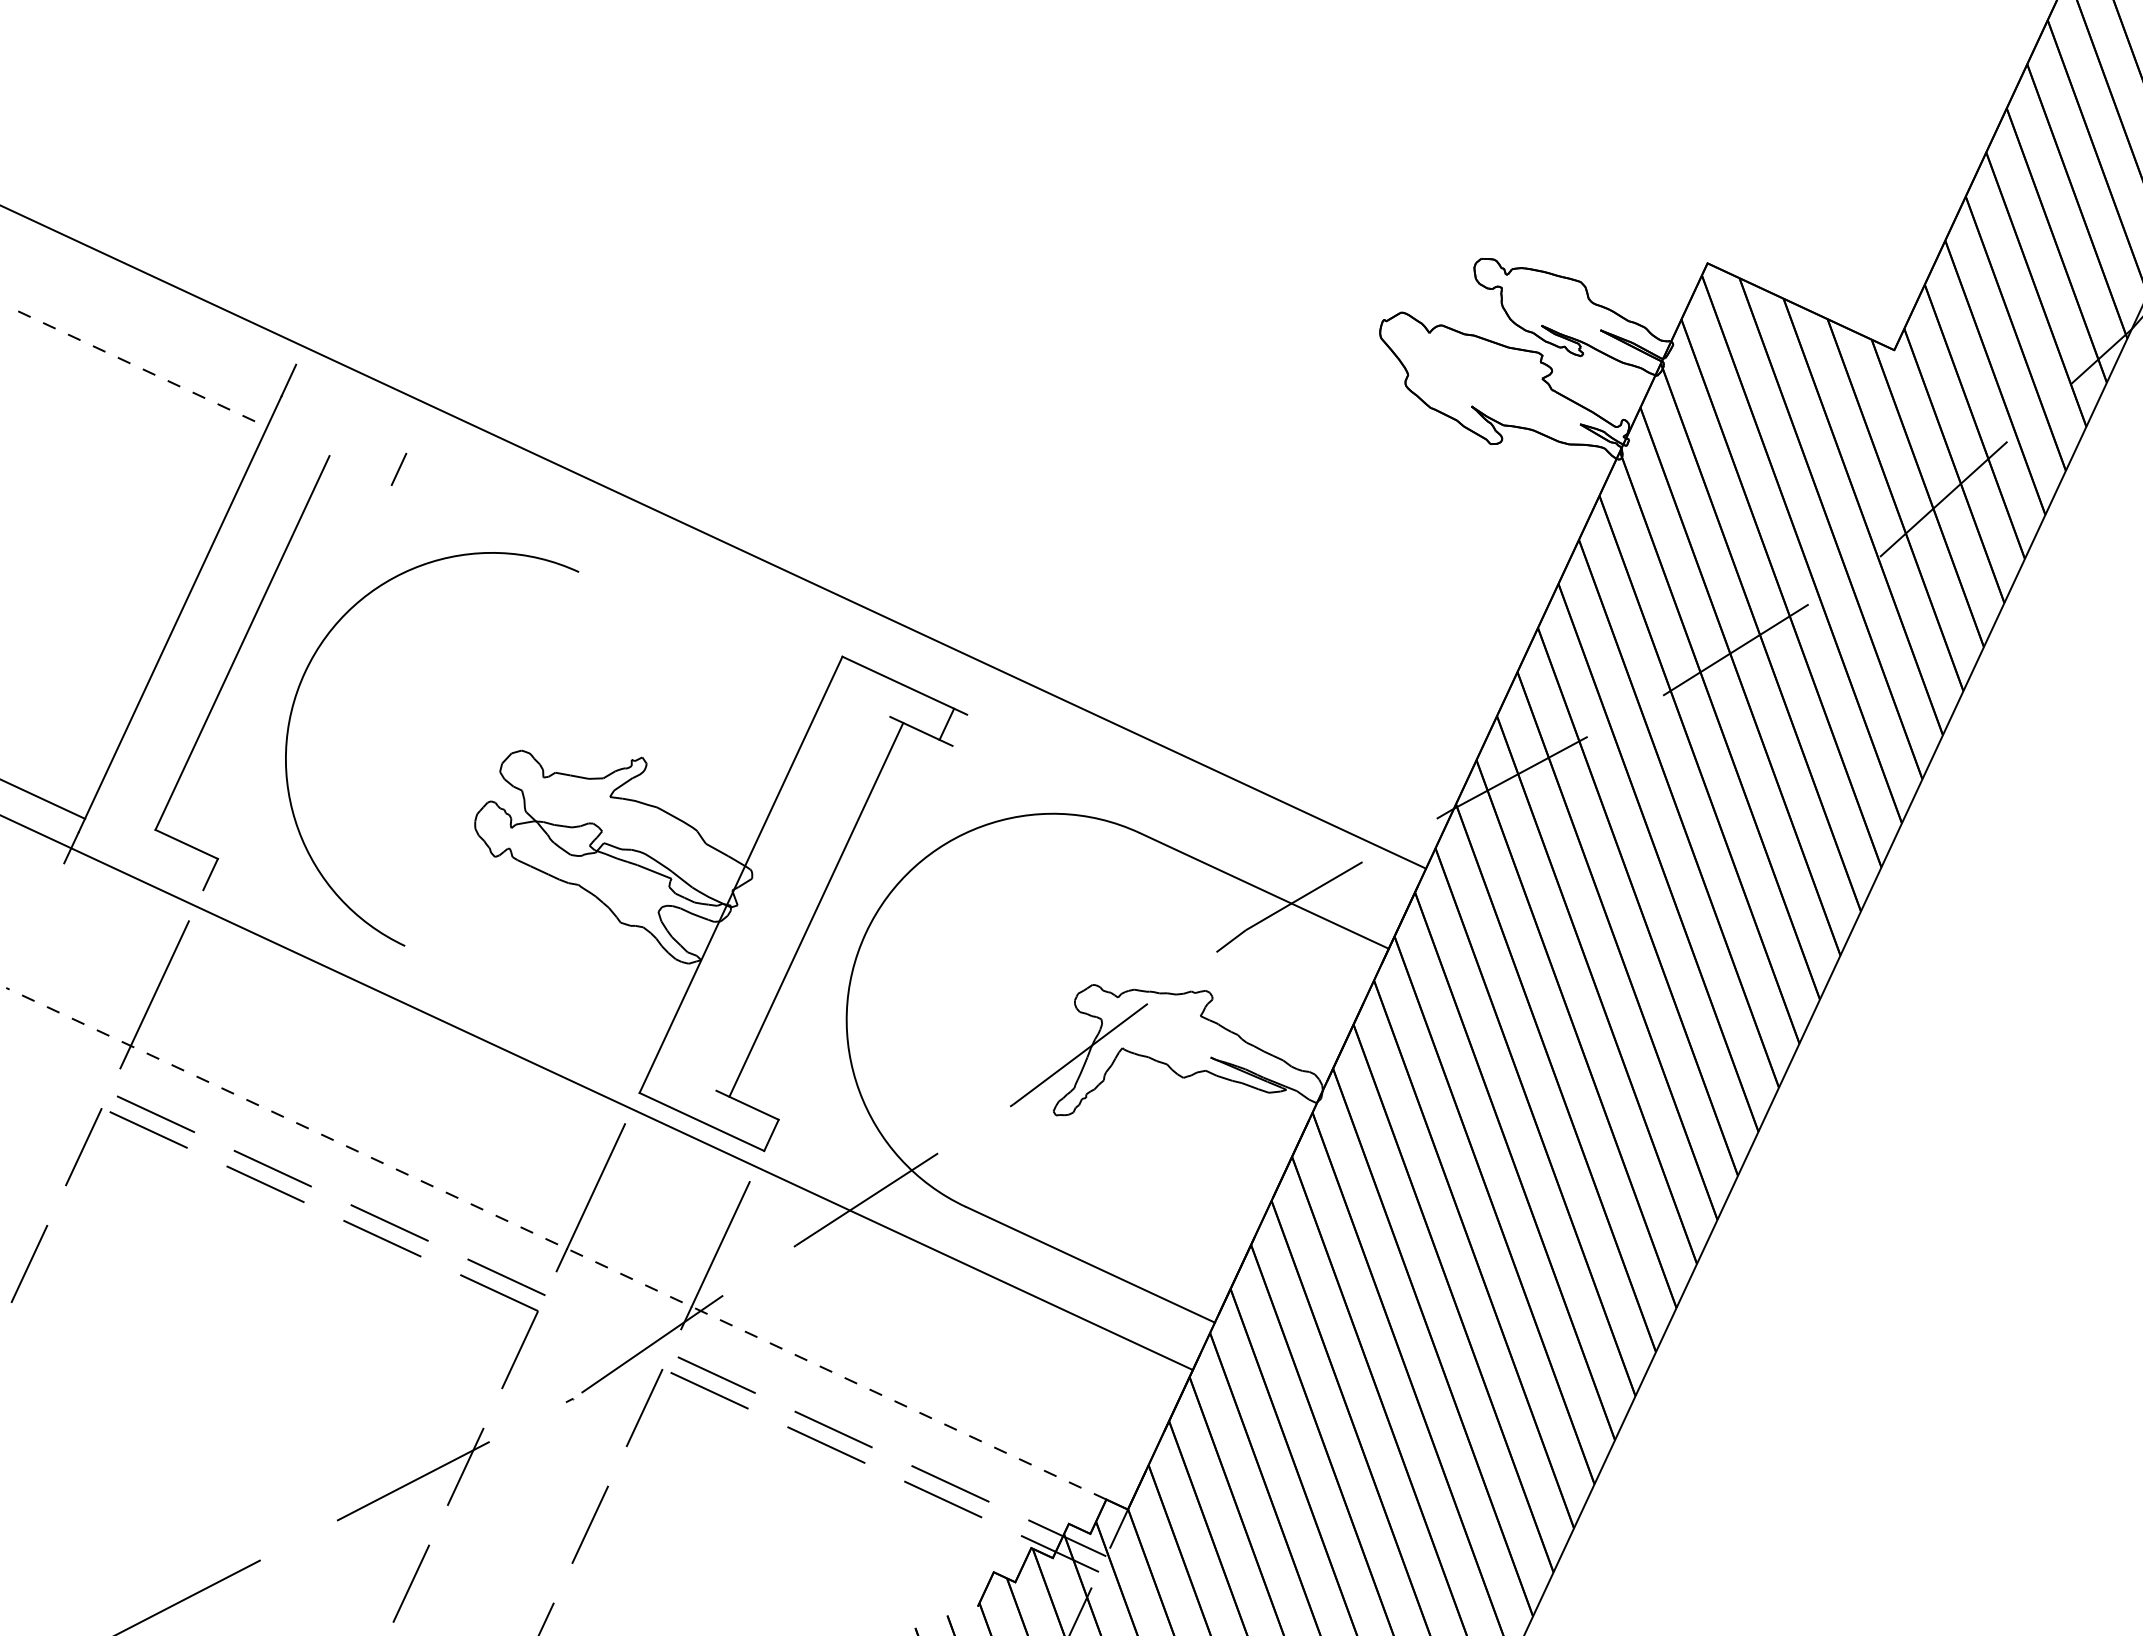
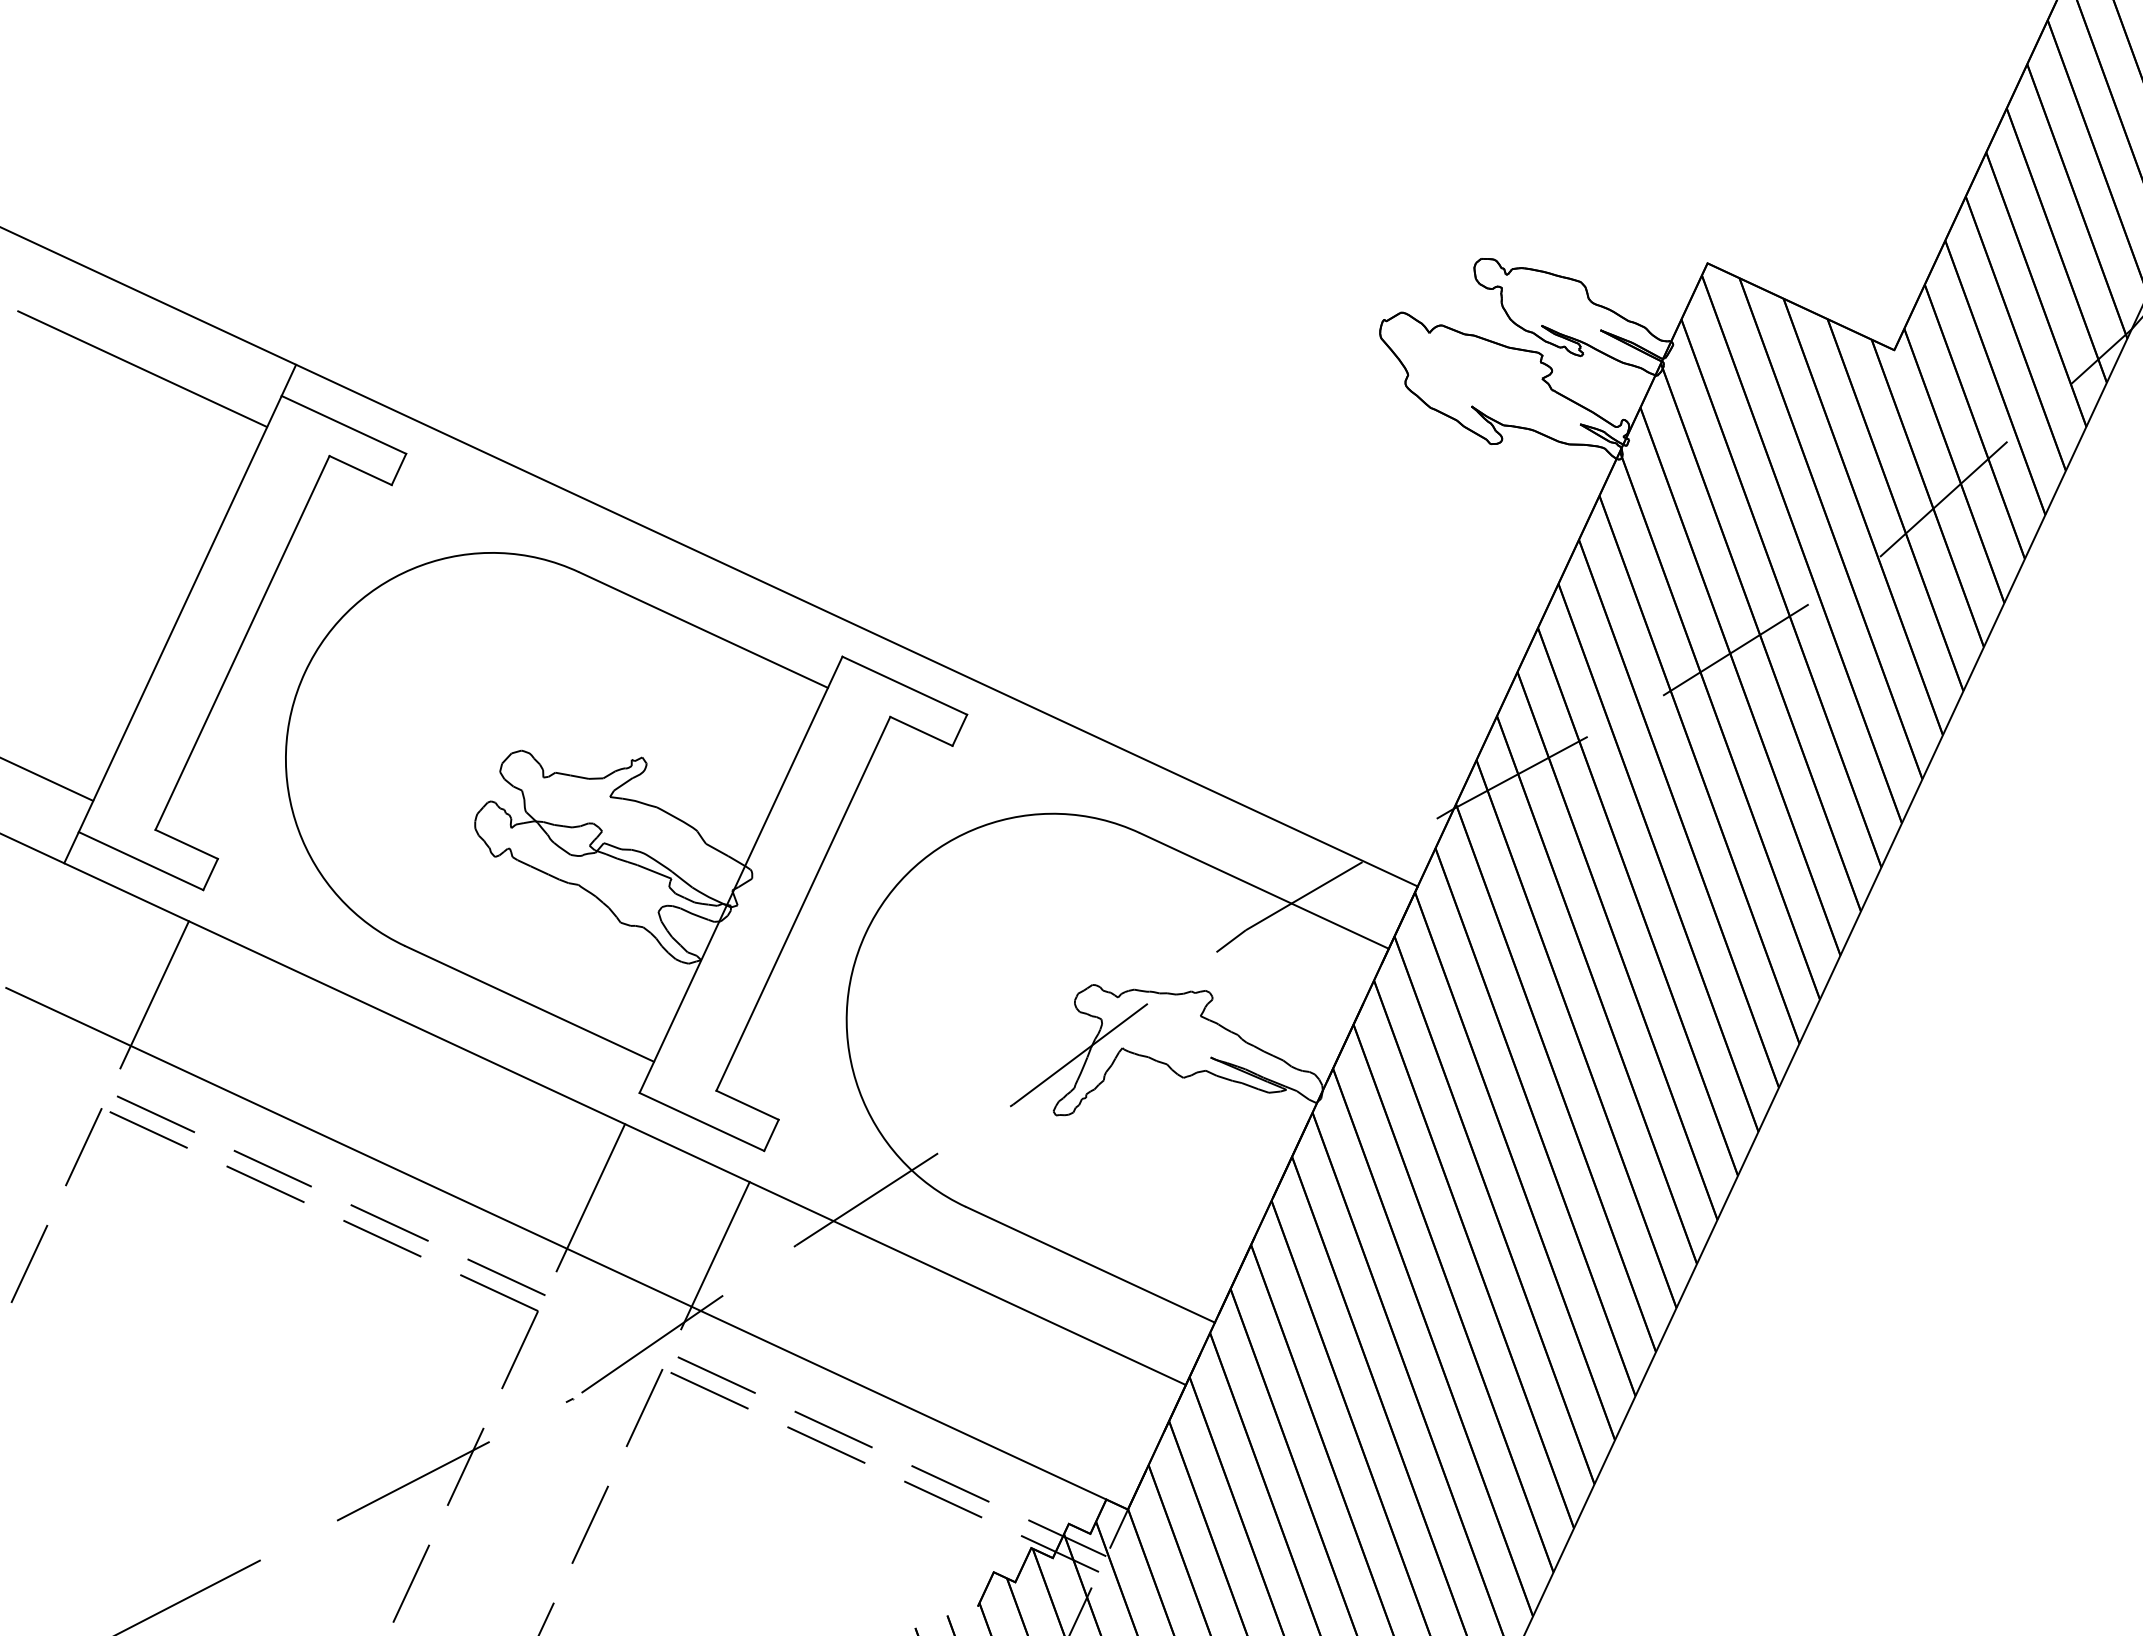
line at (143, 369): dashed -> solid
line at (343, 424): none -> present
line at (360, 470): none -> present
line at (713, 537) position: (713, 537) -> (709, 556)
line at (703, 629): none -> present
line at (946, 723) position: (946, 723) -> (959, 729)
line at (43, 799) position: (43, 799) -> (47, 779)
line at (140, 861): none -> present
line at (816, 909) position: (816, 909) -> (803, 903)
line at (529, 1003): none -> present
line at (597, 1093) position: (597, 1093) -> (593, 1109)
line at (556, 1243): dashed -> solid
